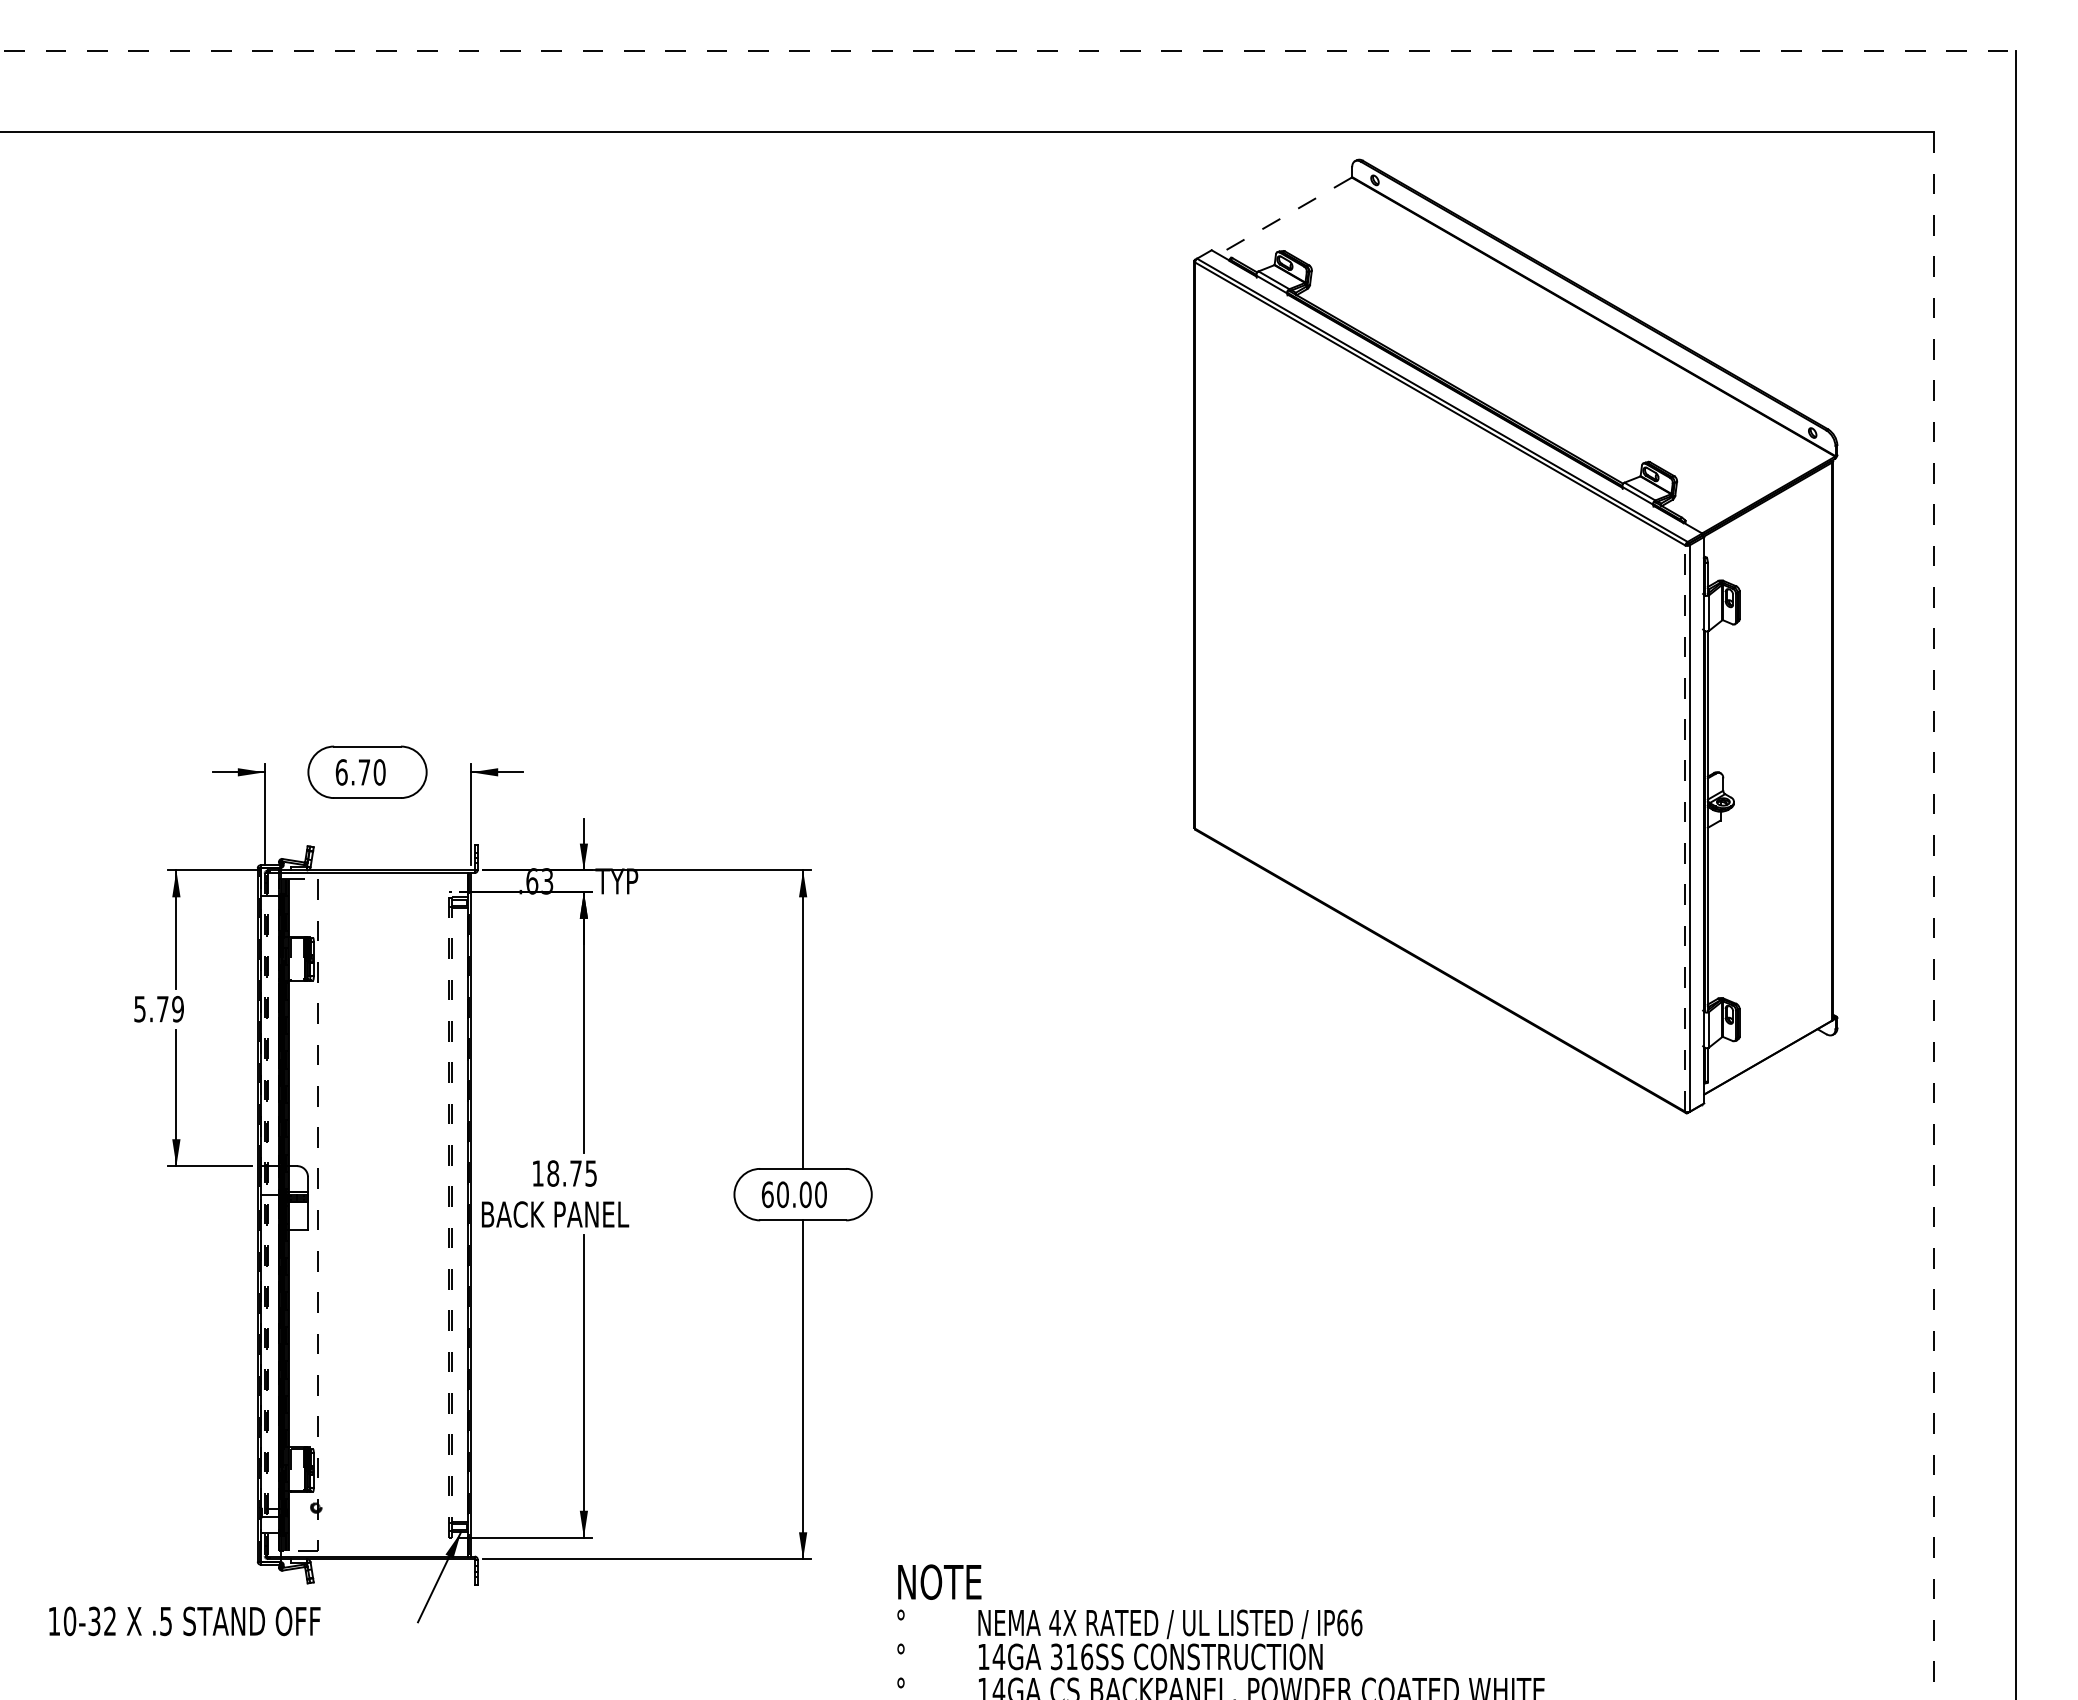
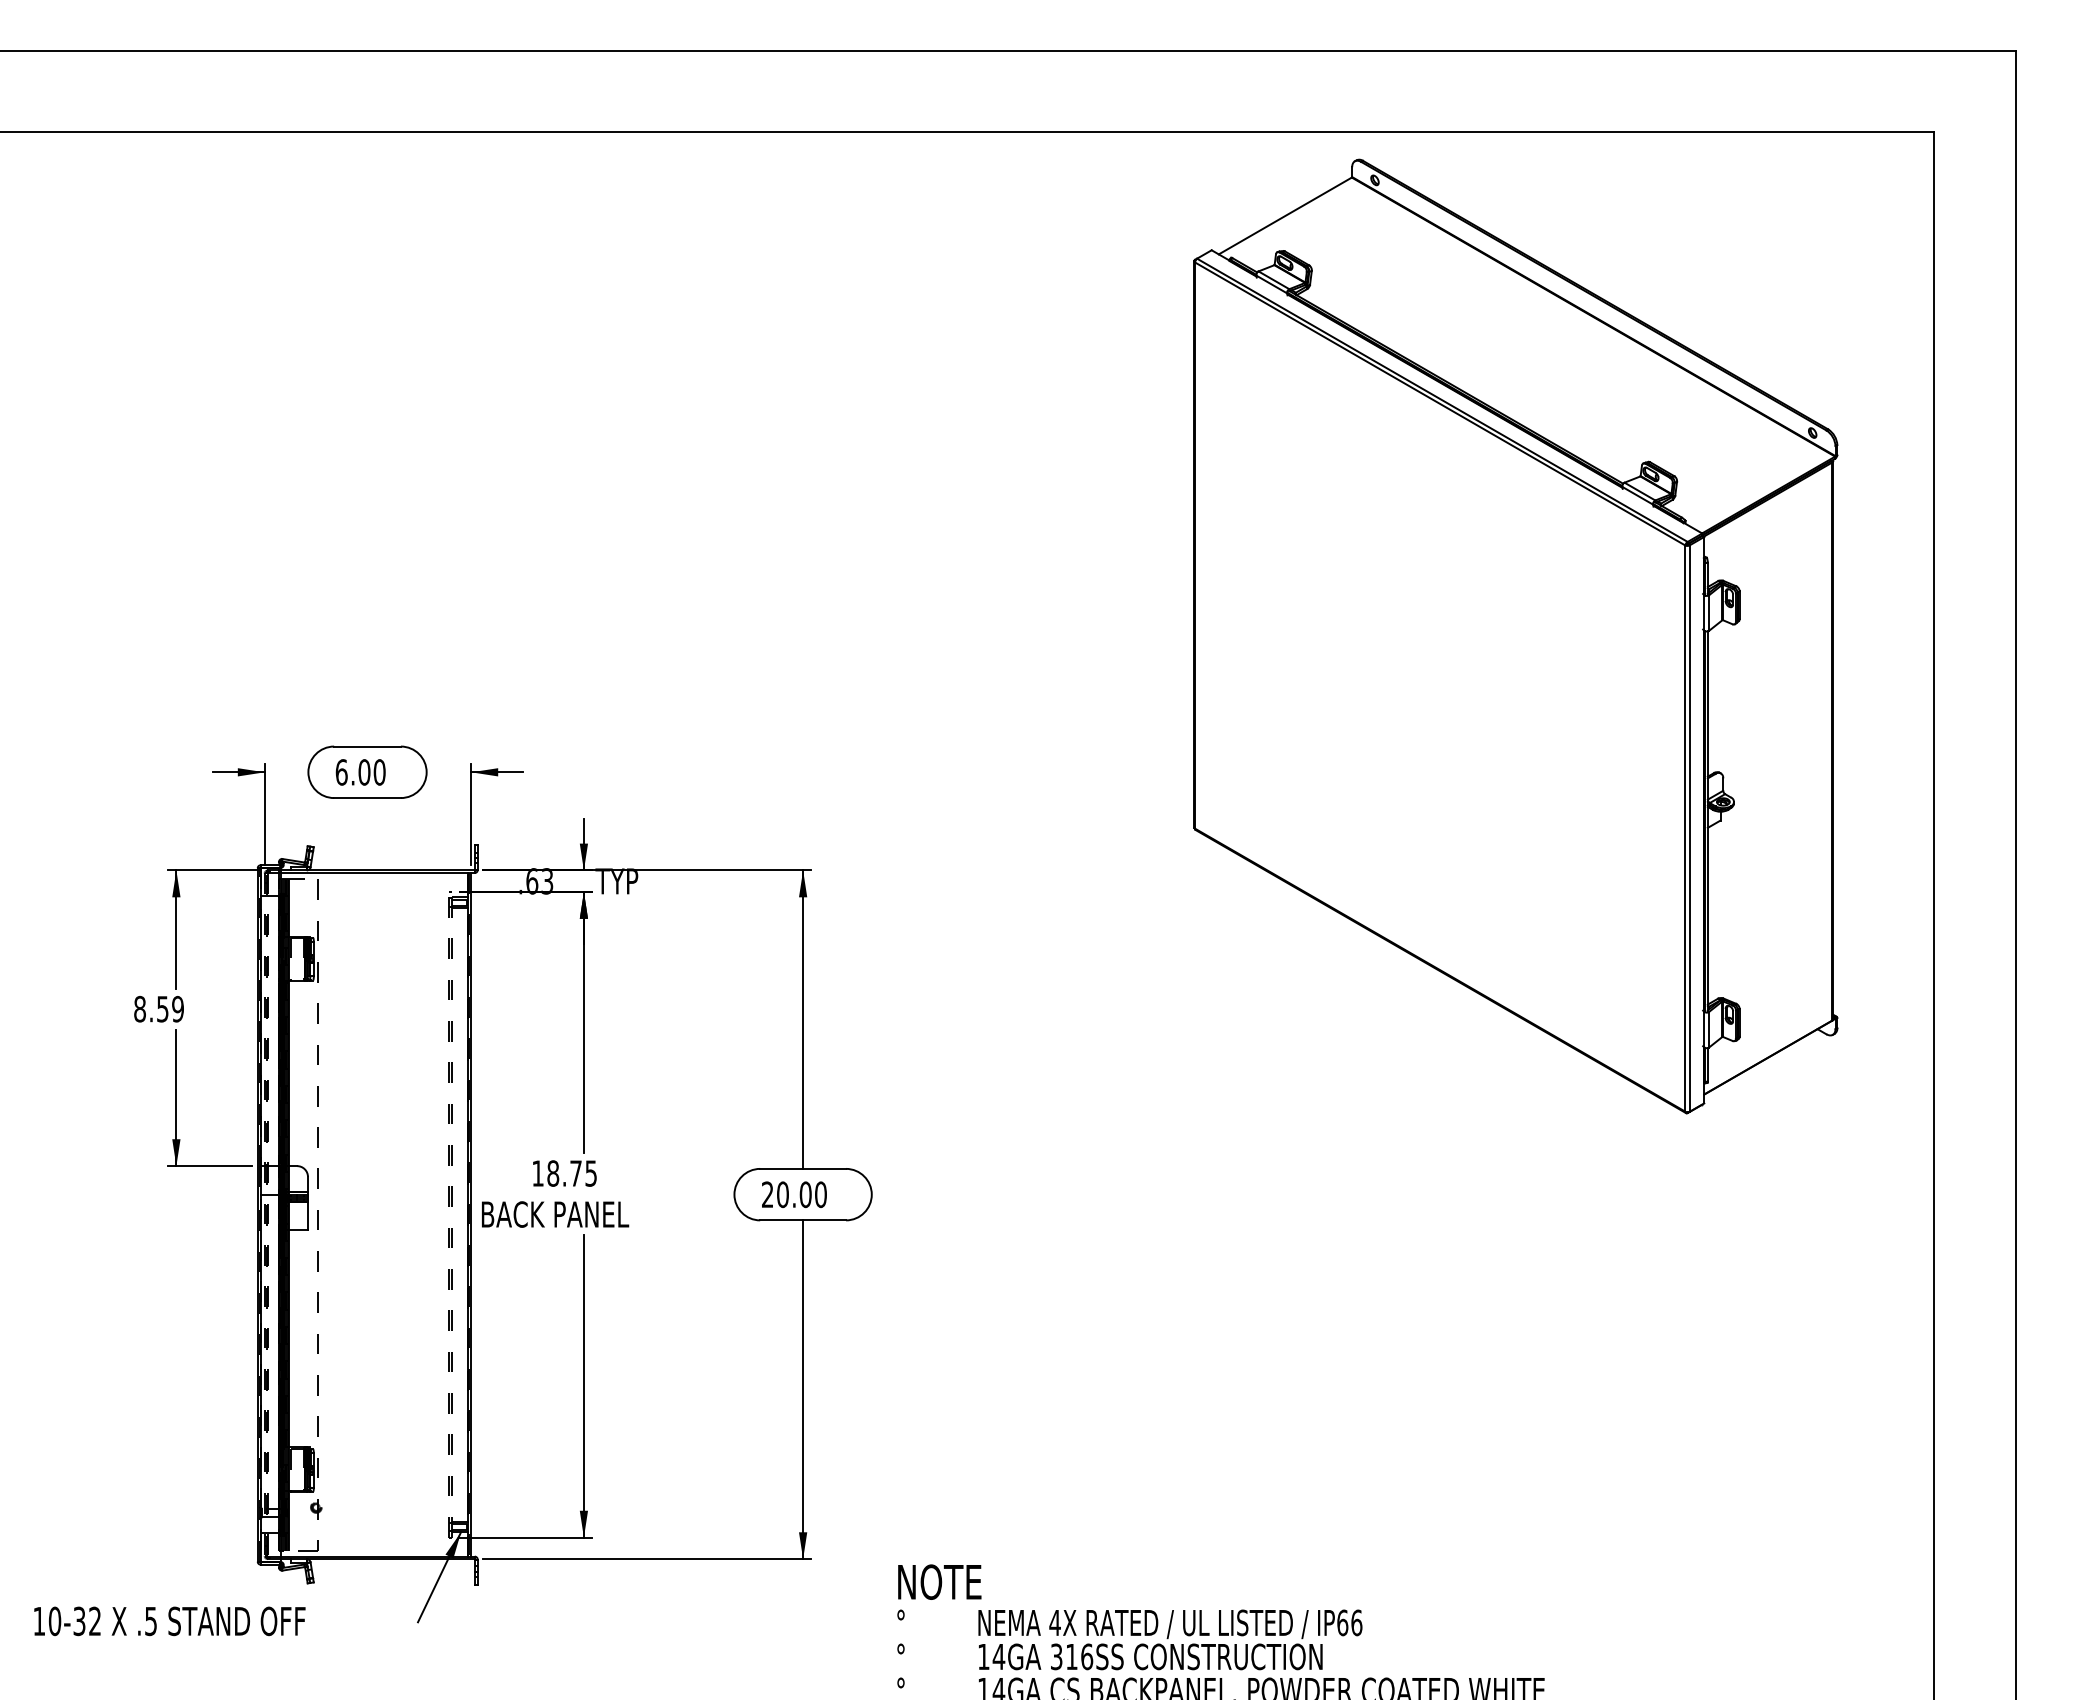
line at (1007, 51): dashed -> solid
line at (1285, 216): dashed -> solid
text at (364, 772): 6.70 -> 6.00
line at (1685, 828): dashed -> solid
line at (1934, 916): dashed -> solid
text at (151, 1008): 5.79 -> 8.59
text at (767, 1194): 60.00 -> 20.00
text at (184, 1621) position: (184, 1621) -> (169, 1621)
